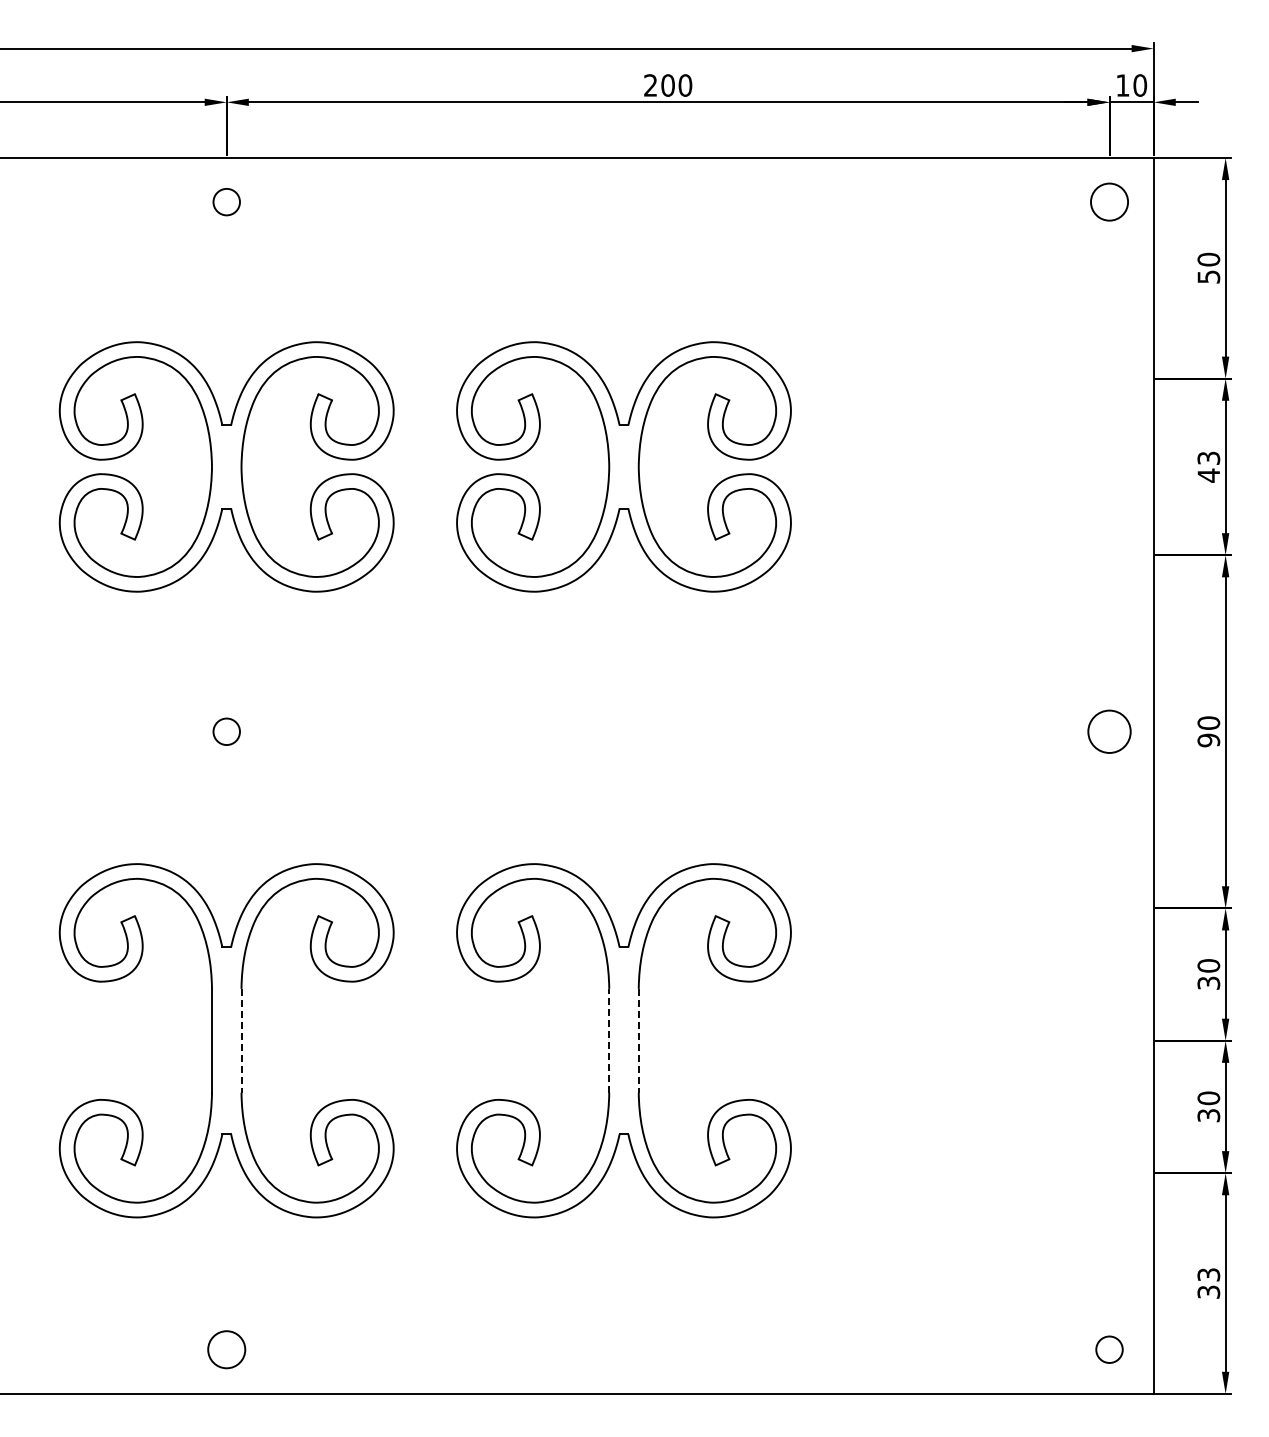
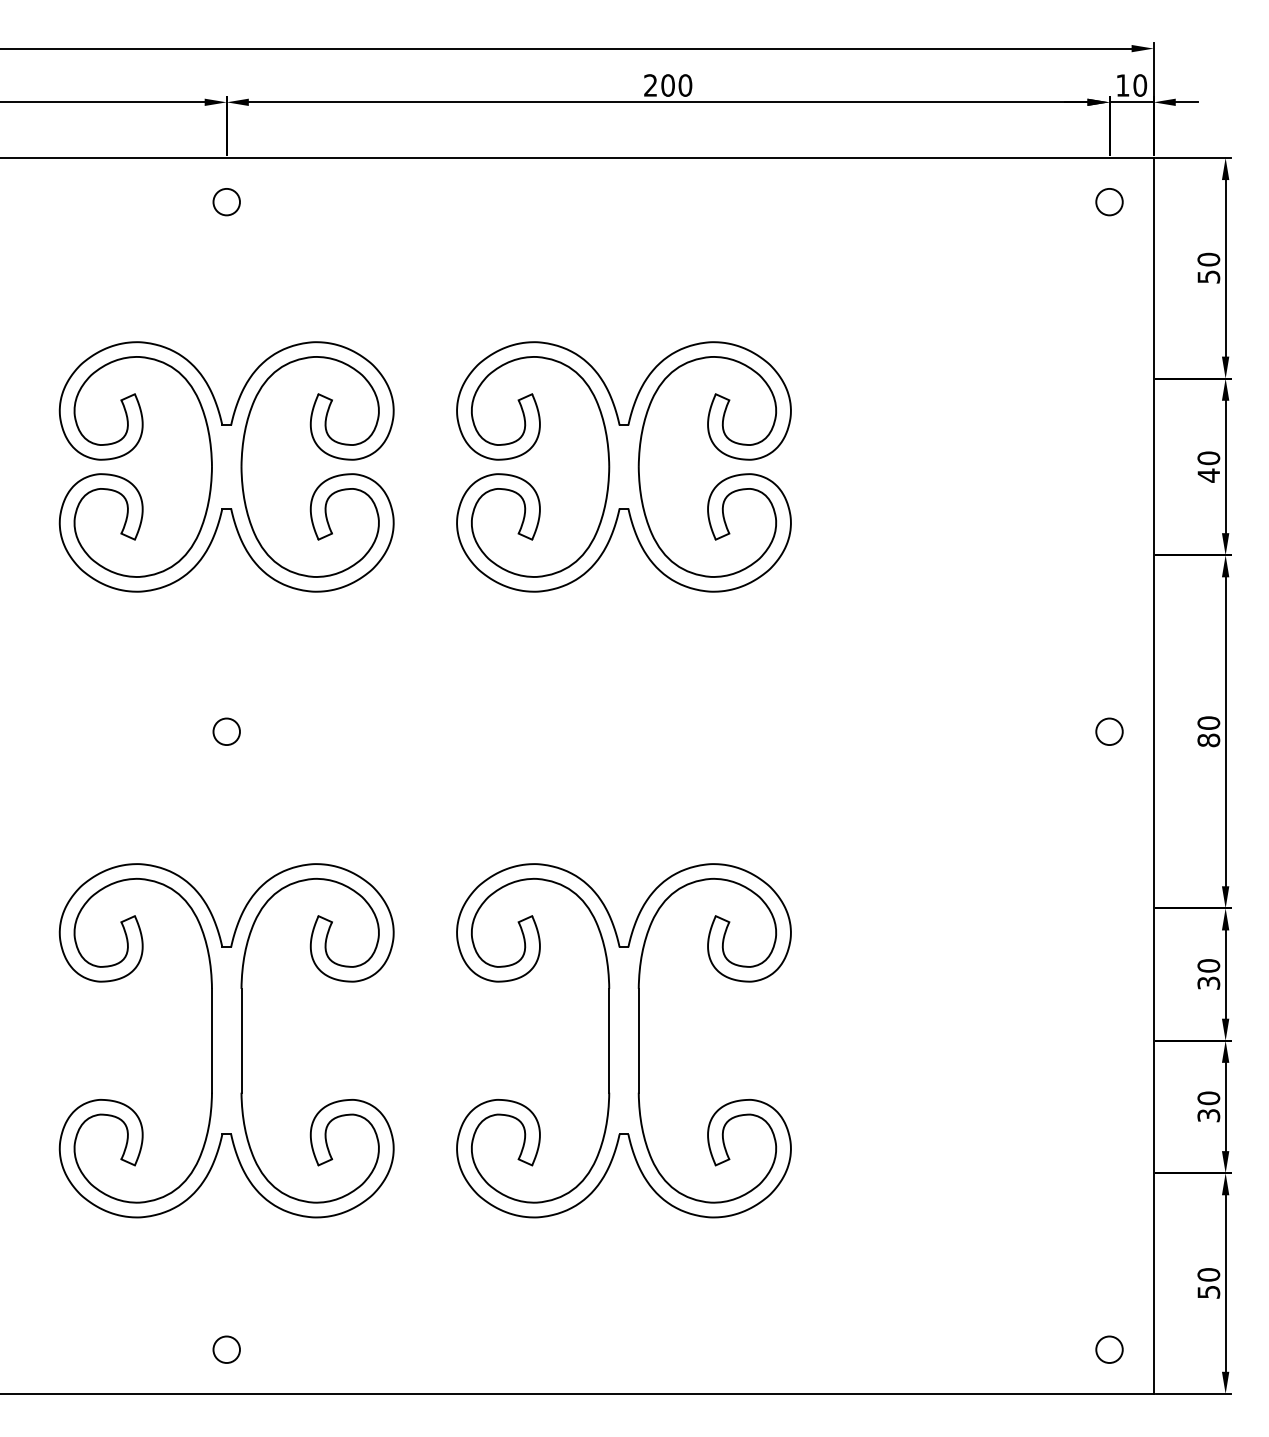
circle at (1109, 201) diameter: 37 px -> 26 px
text at (1208, 458): 43 -> 40
circle at (1109, 731) diameter: 42 px -> 26 px
text at (1208, 740): 90 -> 80
line at (241, 1040): dashed -> solid
line at (609, 1040): dashed -> solid
line at (638, 1040): dashed -> solid
text at (1208, 1283): 33 -> 50
circle at (226, 1349) diameter: 37 px -> 26 px
